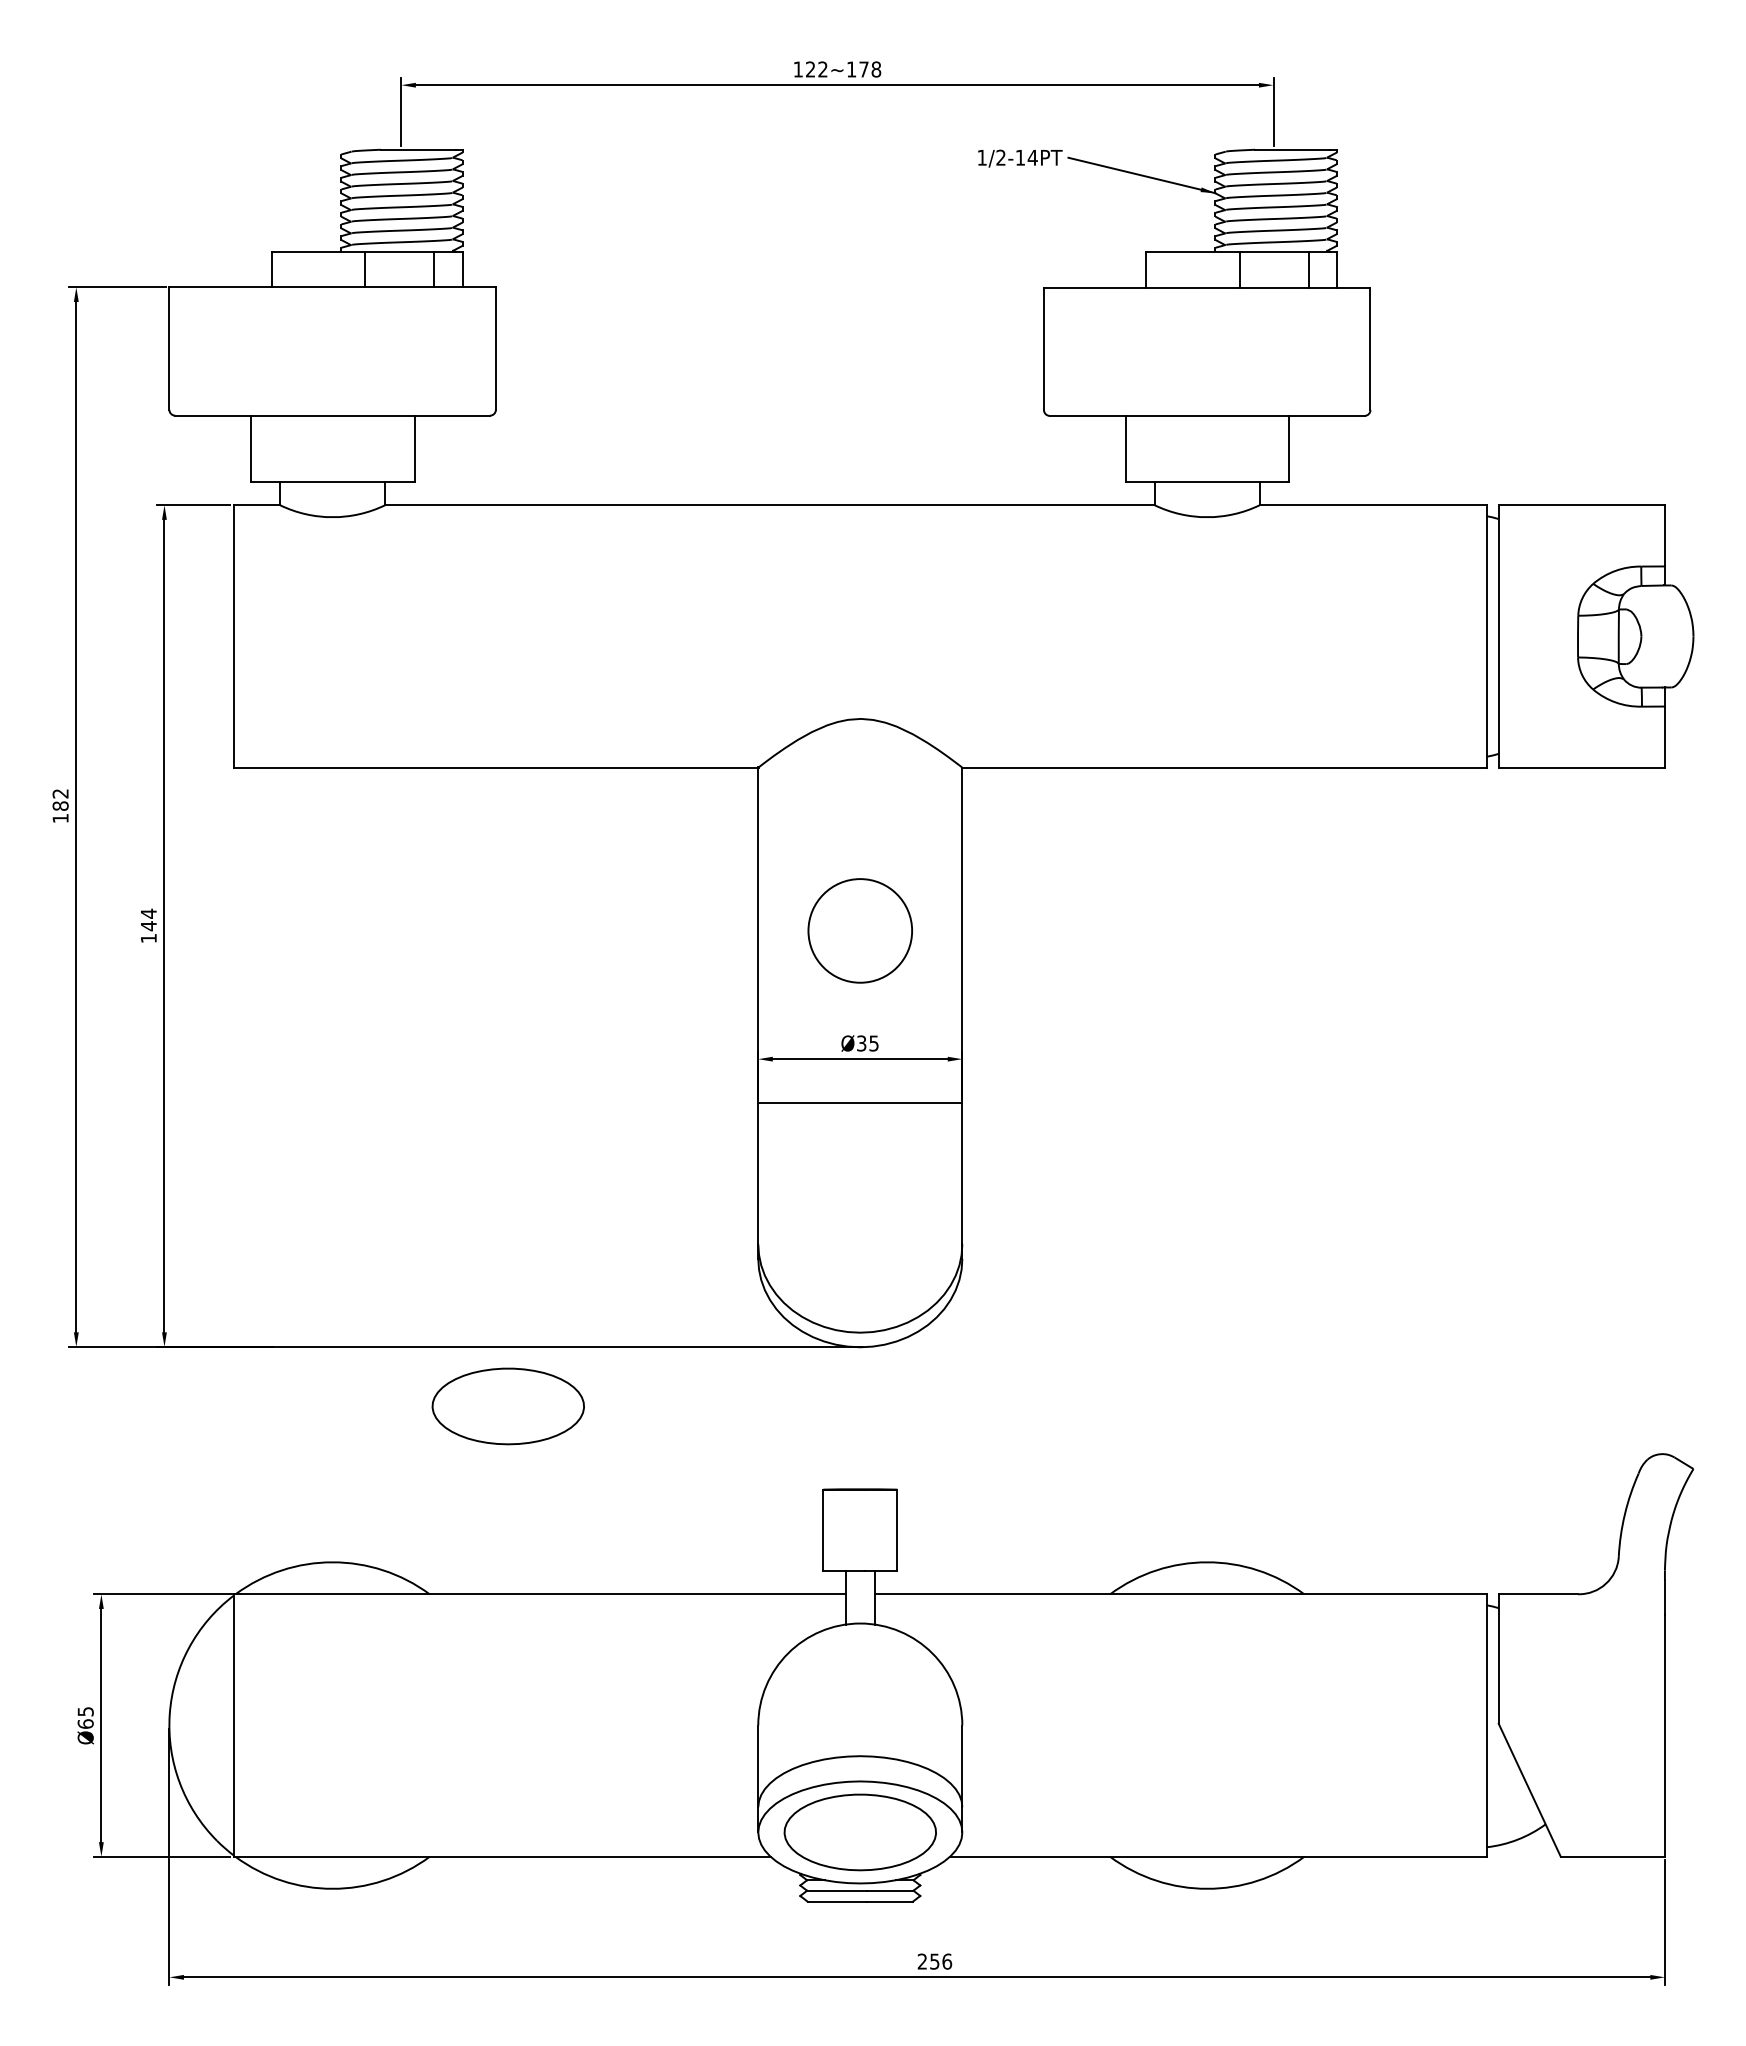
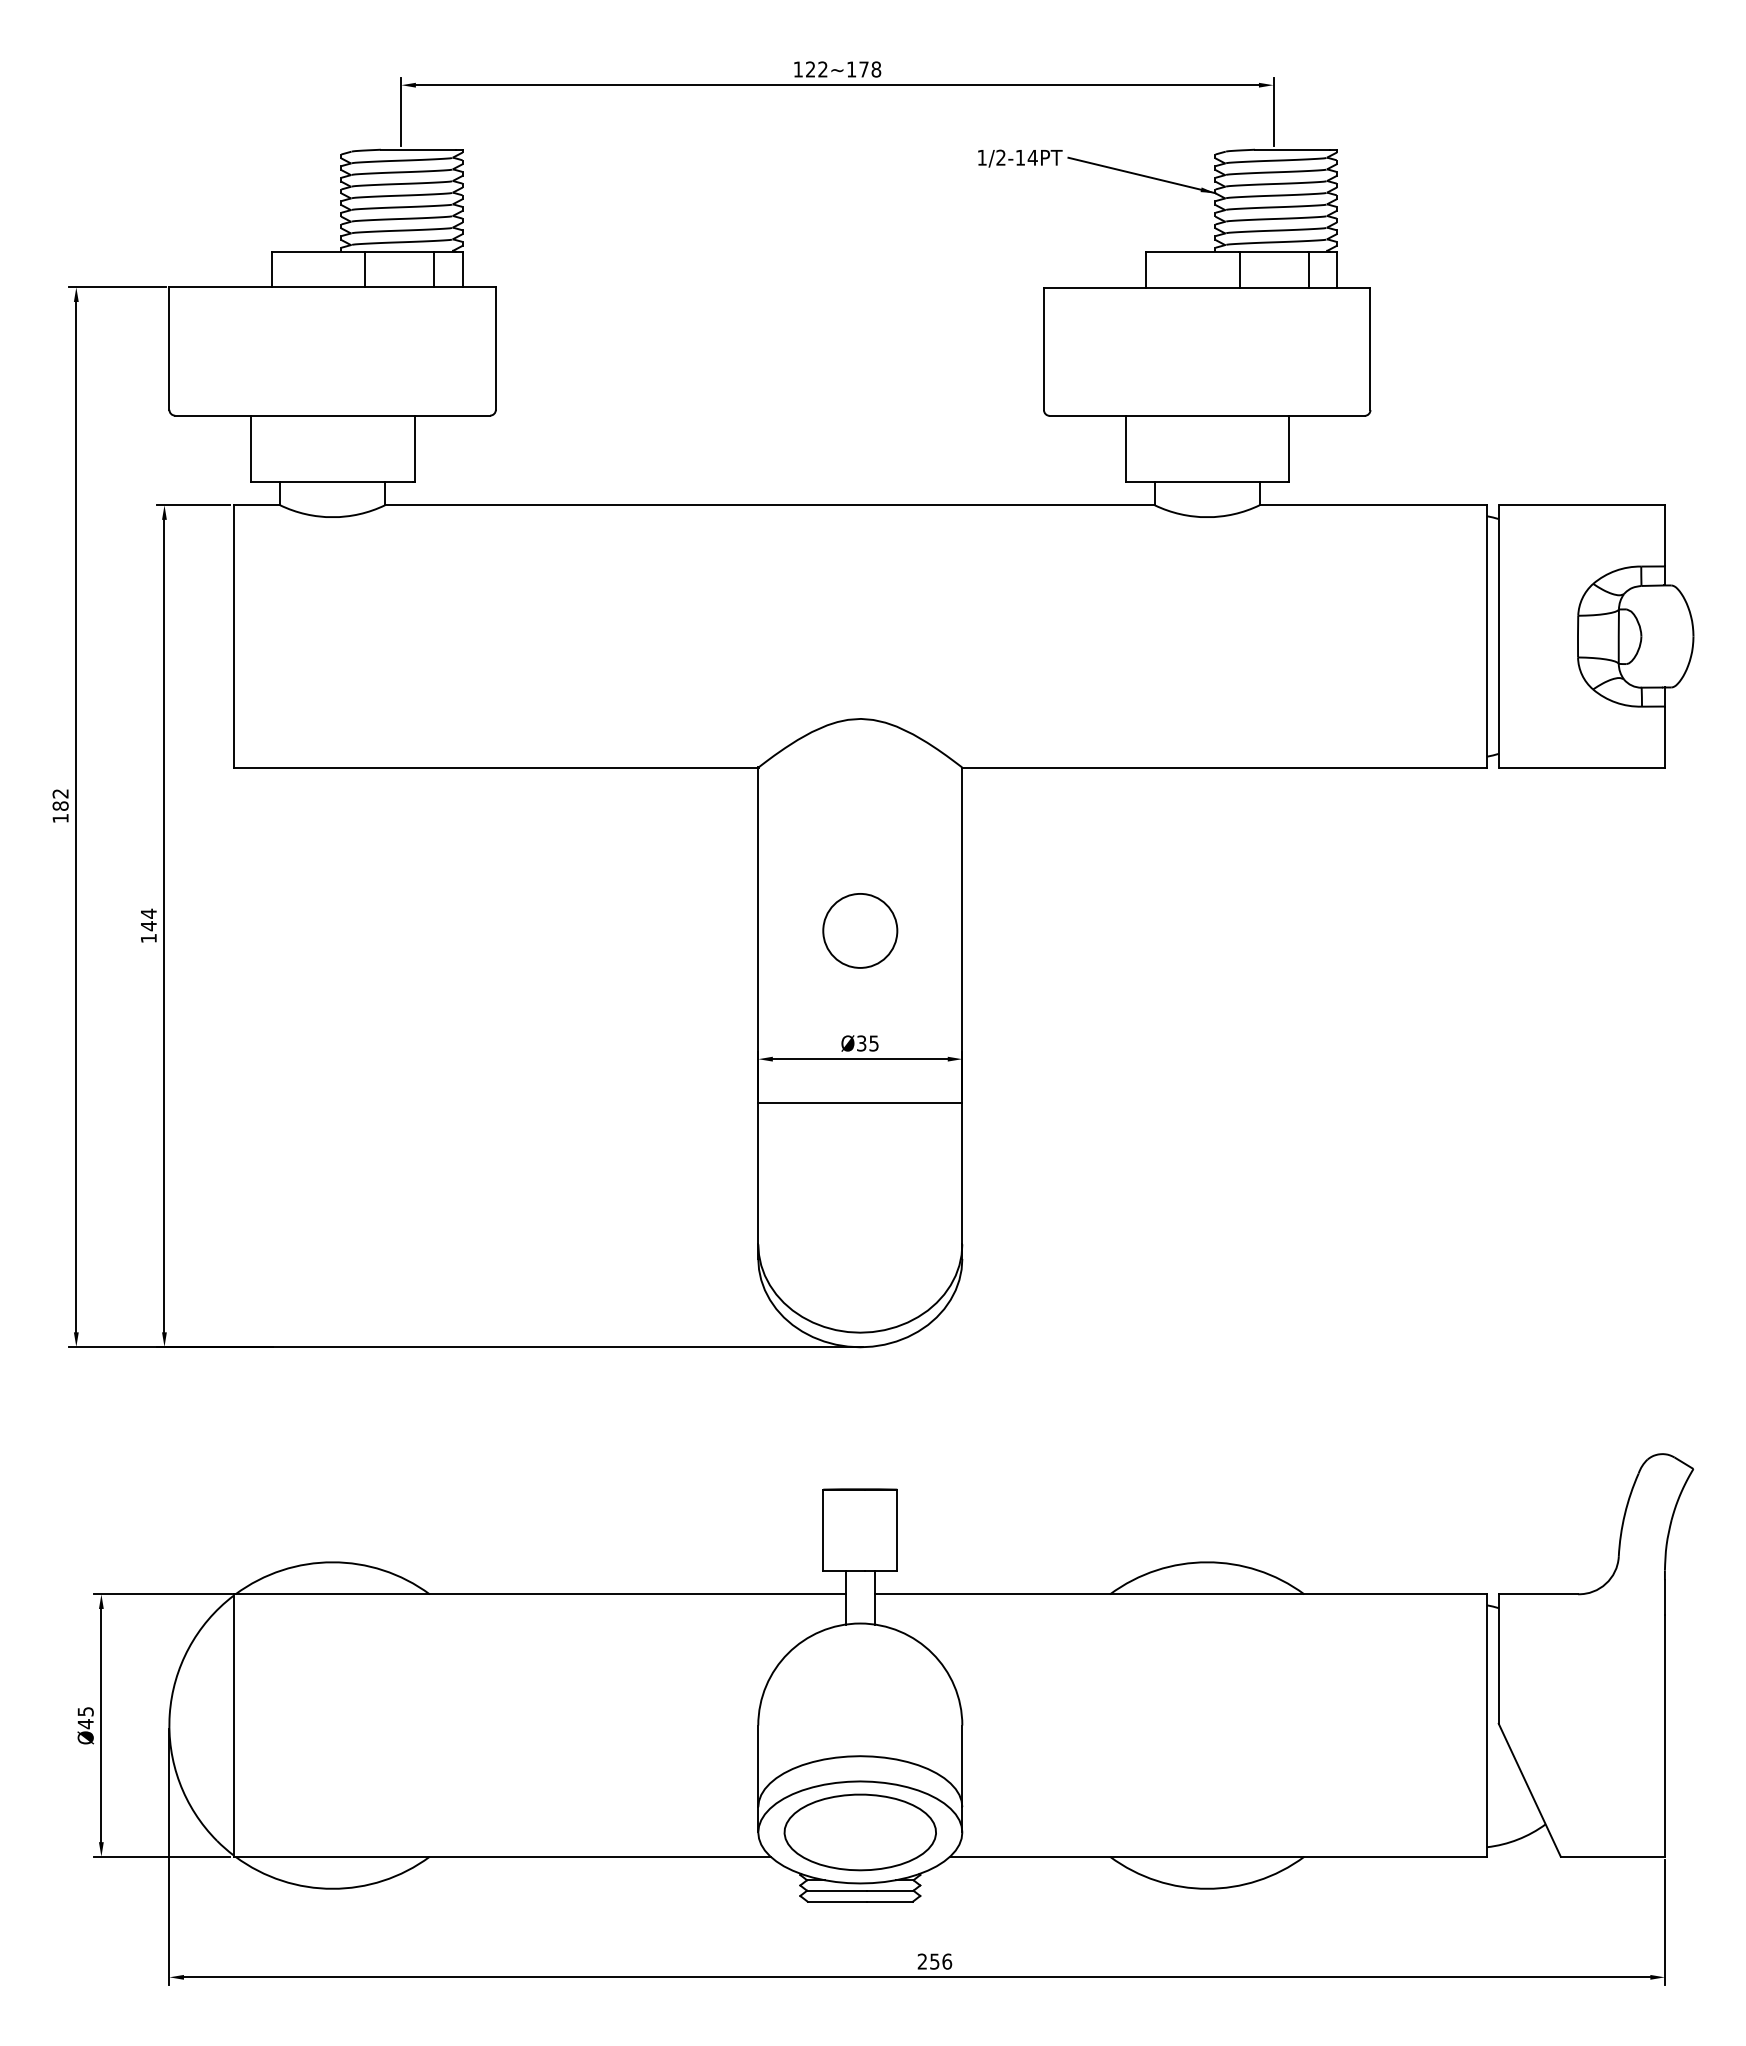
circle at (860, 930) diameter: 104 px -> 74 px
part at (507, 1406): present -> none
text at (85, 1724): Ø65 -> Ø45
